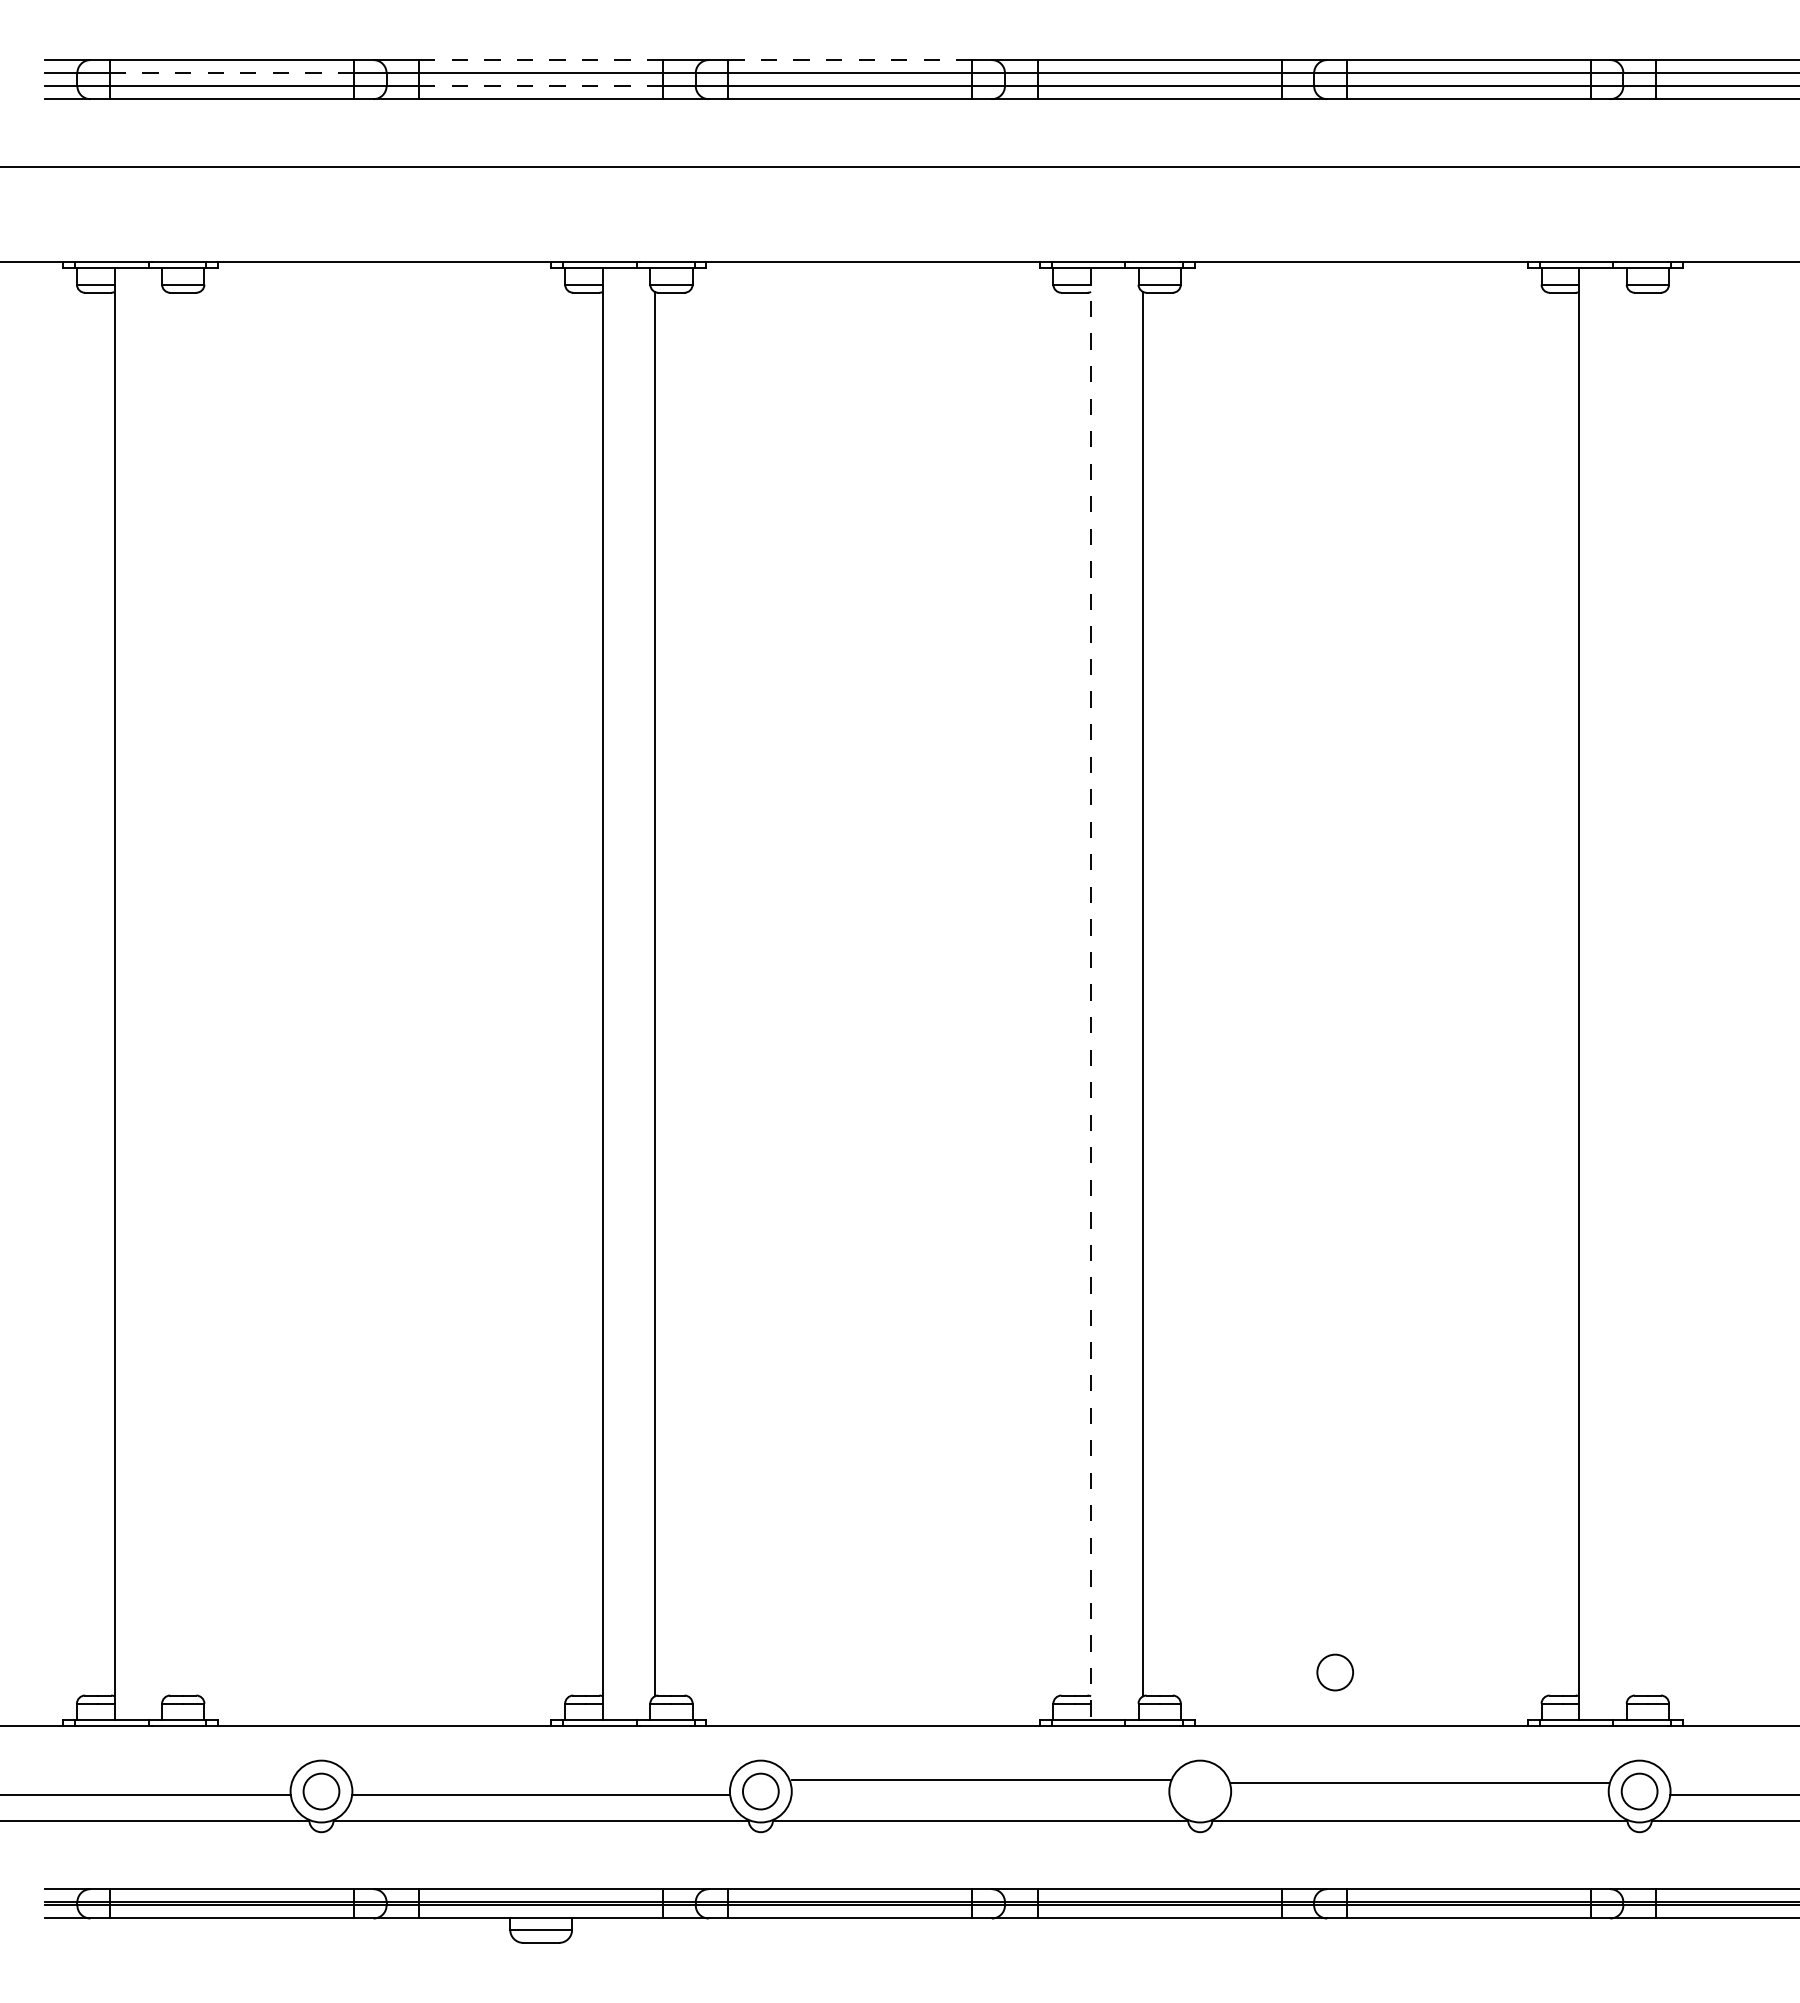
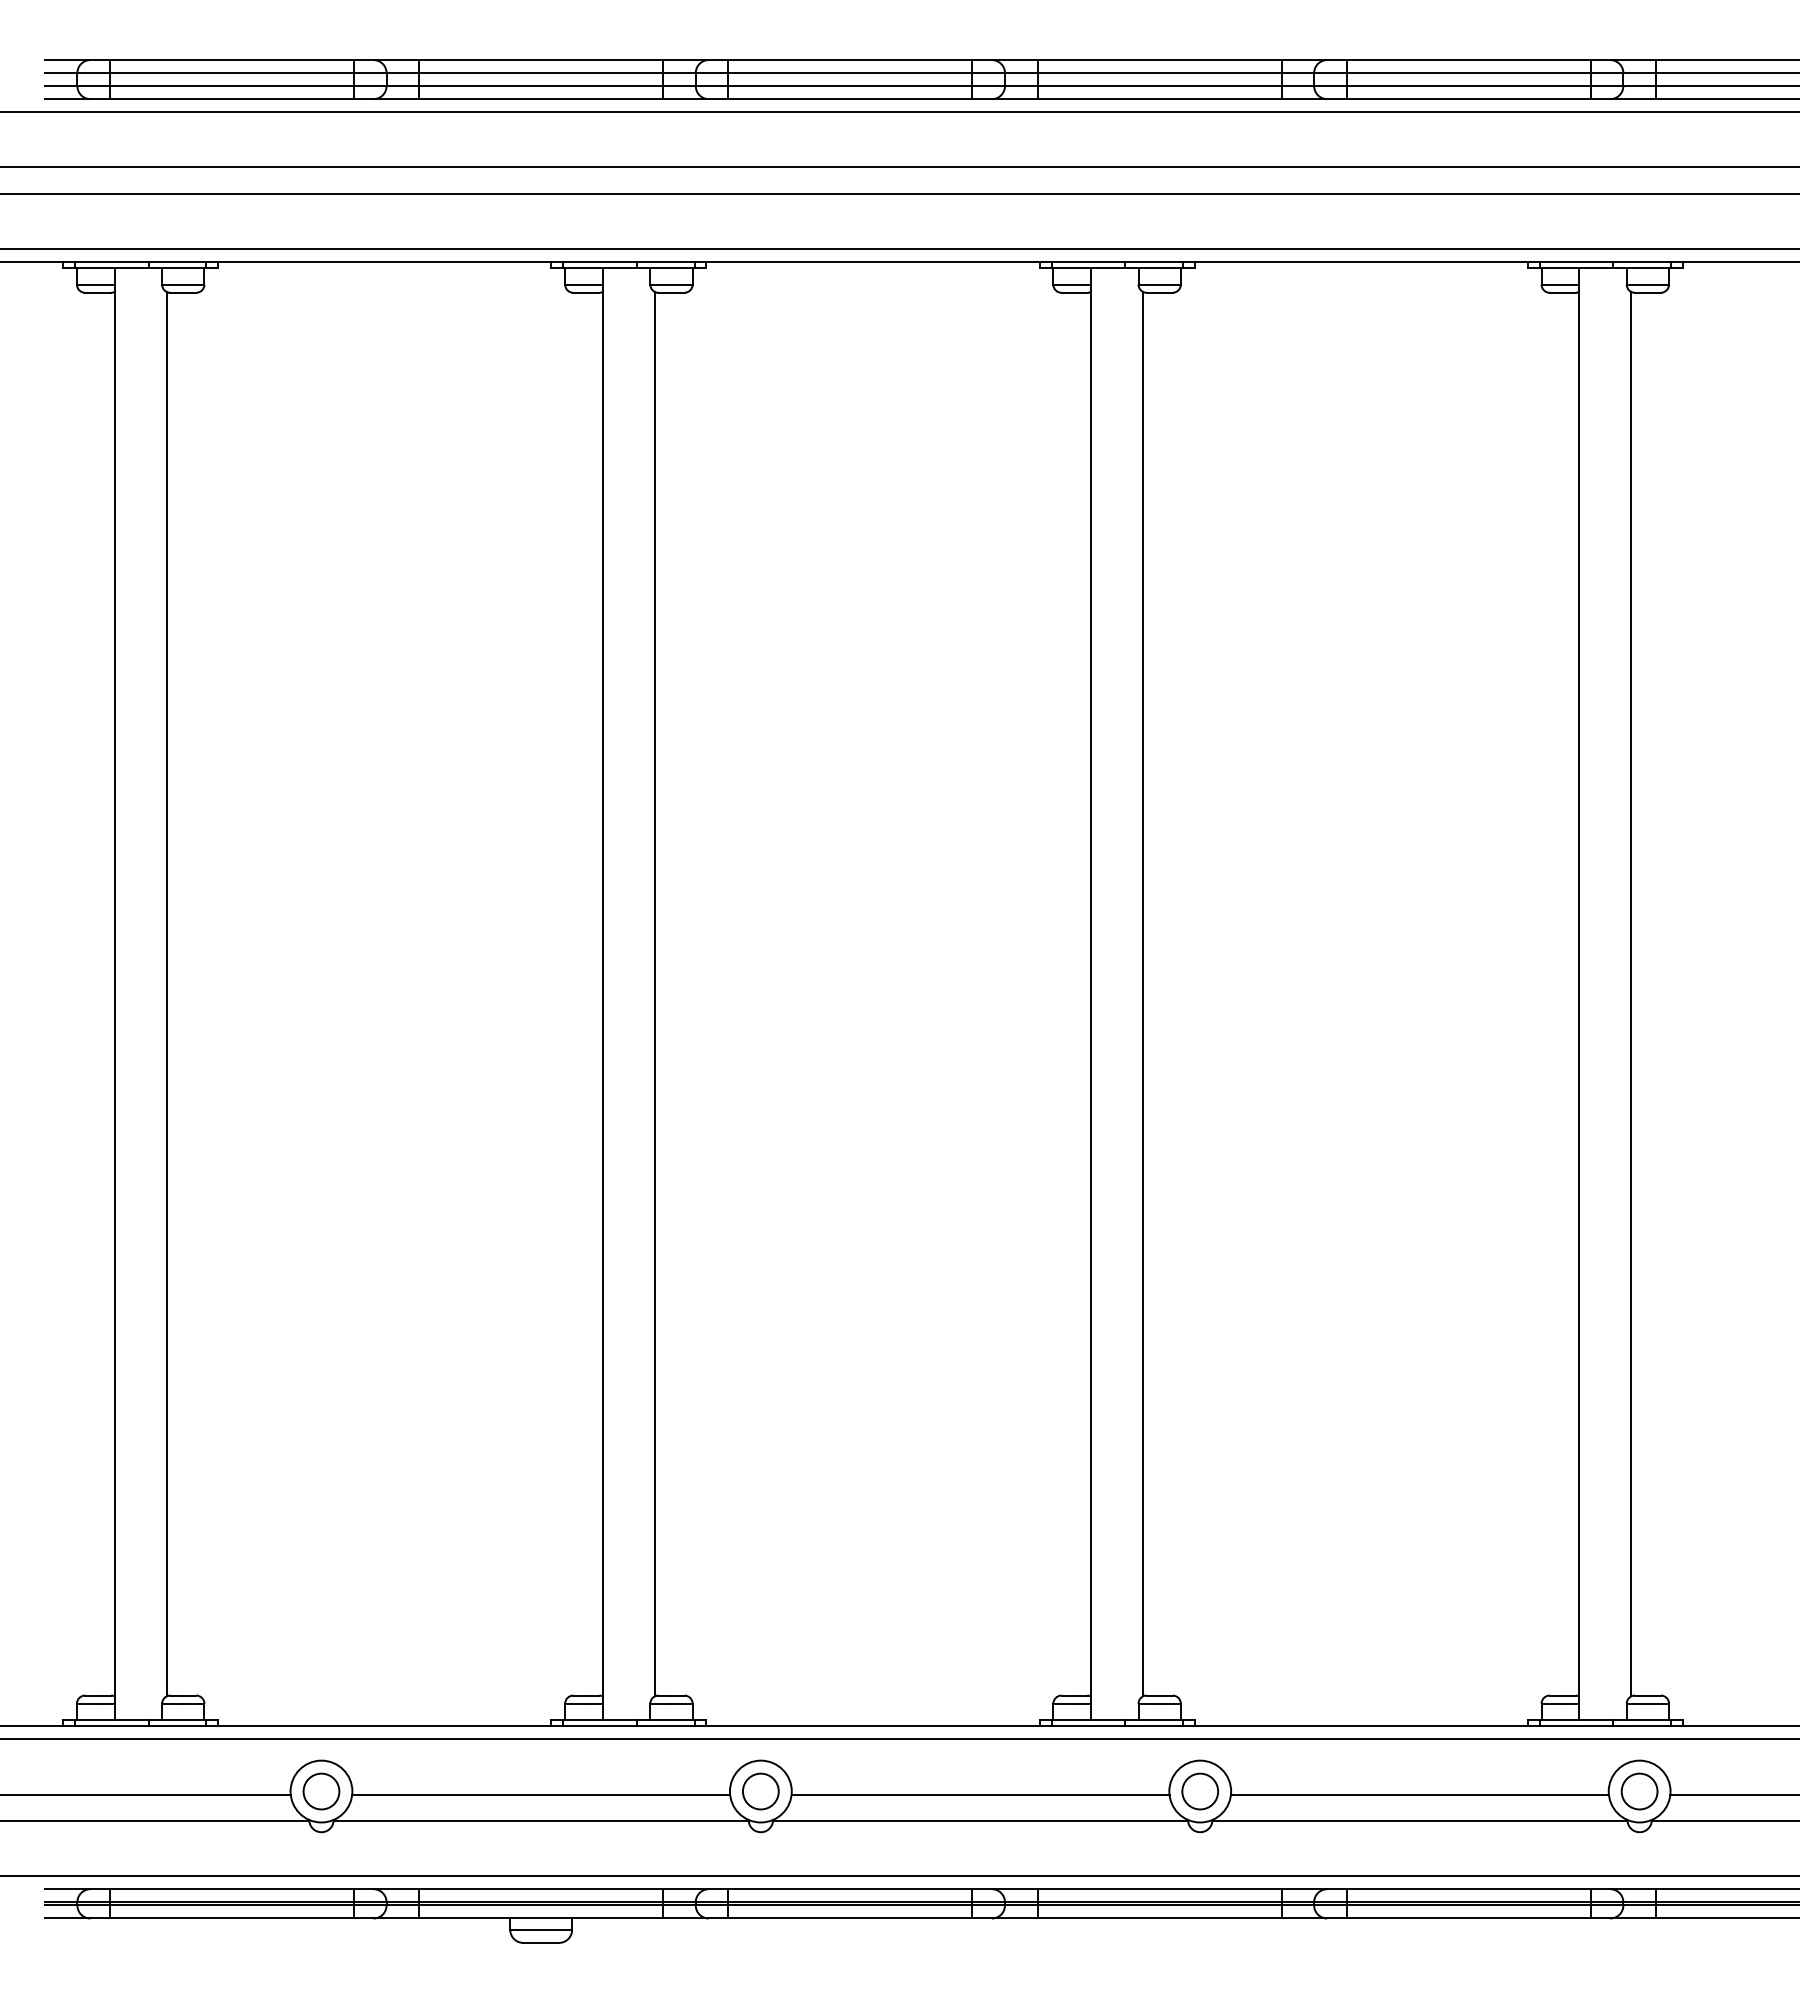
line at (541, 60): dashed -> solid
line at (850, 60): dashed -> solid
line at (231, 73): dashed -> solid
line at (541, 86): dashed -> solid
line at (899, 112): none -> present
line at (899, 193): none -> present
line at (899, 248): none -> present
line at (166, 993): none -> present
line at (1631, 993): none -> present
line at (1091, 994): dashed -> solid
circle at (1334, 1672) position: (1334, 1672) -> (1199, 1791)
line at (899, 1739): none -> present
line at (980, 1779) position: (980, 1779) -> (980, 1794)
line at (1419, 1782) position: (1419, 1782) -> (1419, 1794)
line at (899, 1876): none -> present
